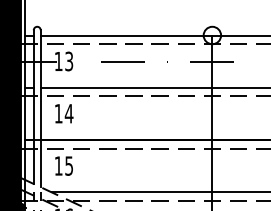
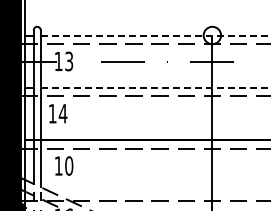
line at (155, 35): solid -> dashed
line at (155, 87): solid -> dashed
text at (64, 113) position: (64, 113) -> (58, 113)
text at (69, 165): 15 -> 10
line at (159, 192): present -> none
